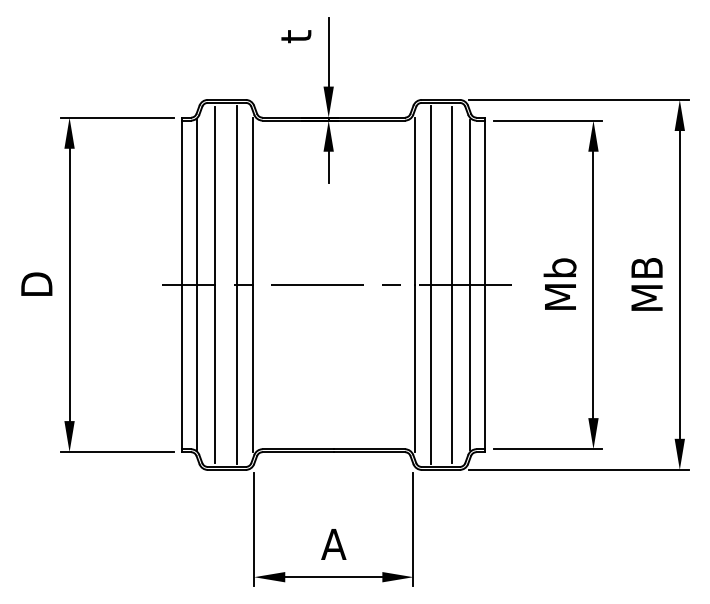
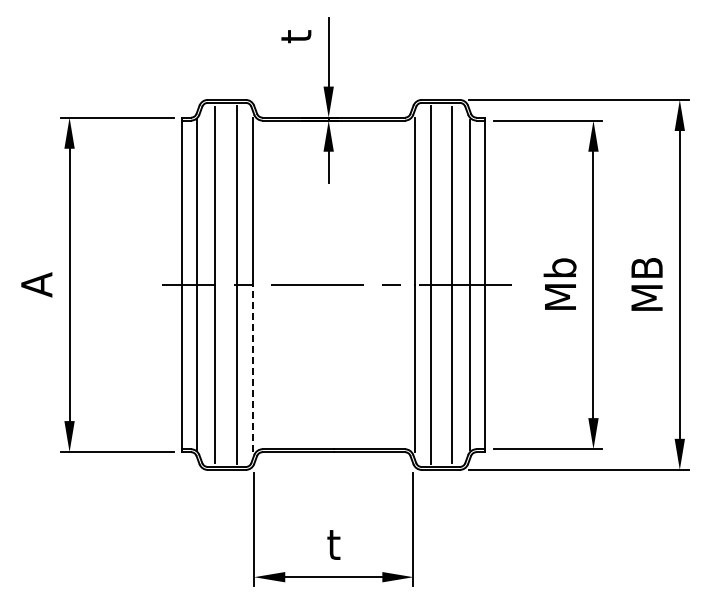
text at (36, 284): D -> A
line at (252, 367): solid -> dashed
text at (333, 544): A -> t
